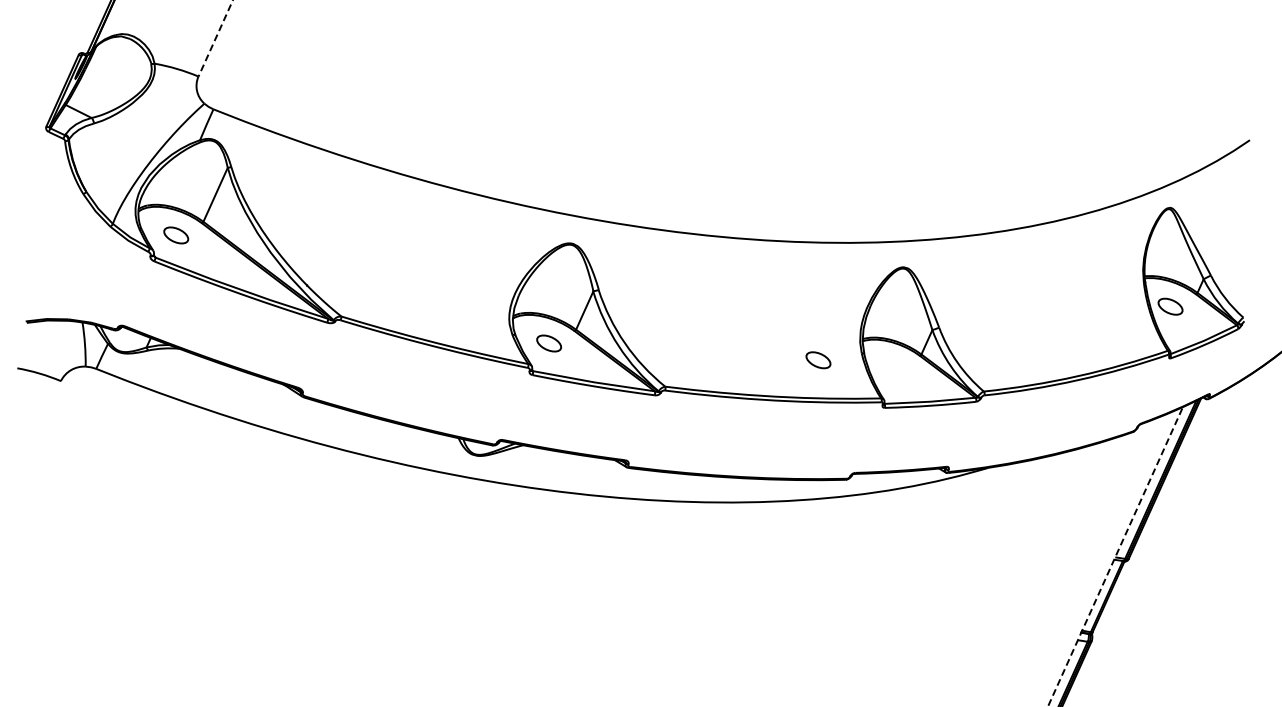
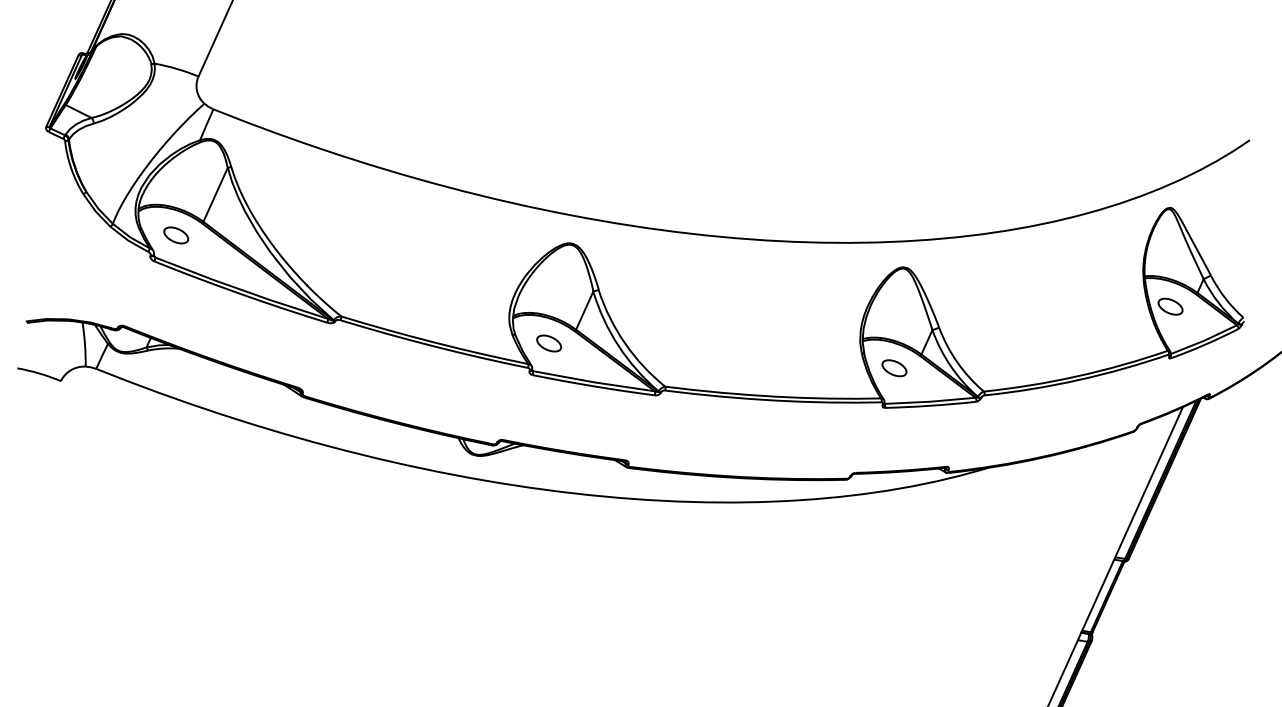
line at (215, 38): dashed -> solid
part at (818, 360) position: (818, 360) -> (894, 368)
line at (1115, 556): dashed -> solid
